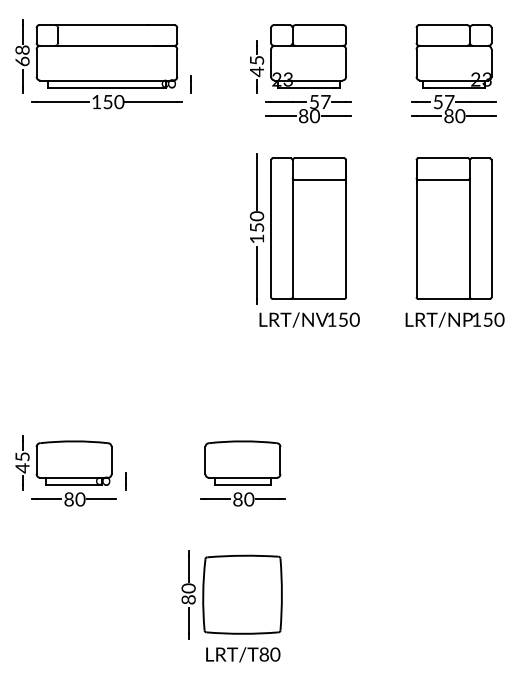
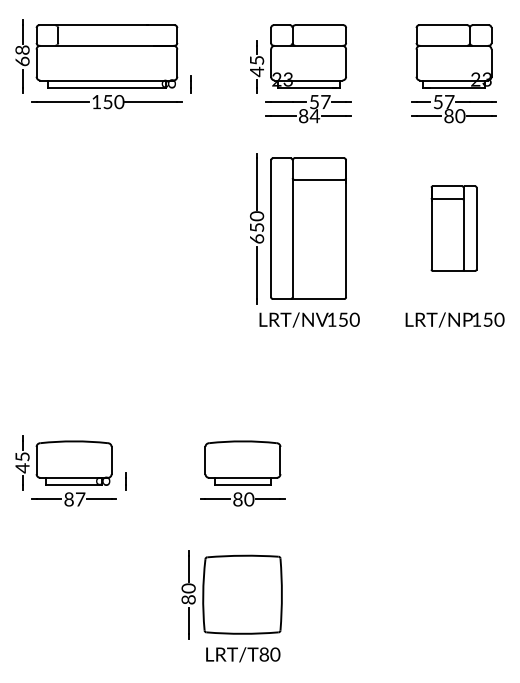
text at (314, 116): 80 -> 84
part at (453, 228) size: 78x143 px -> 48x87 px
text at (257, 238): 150 -> 650
text at (80, 499): 80 -> 87
